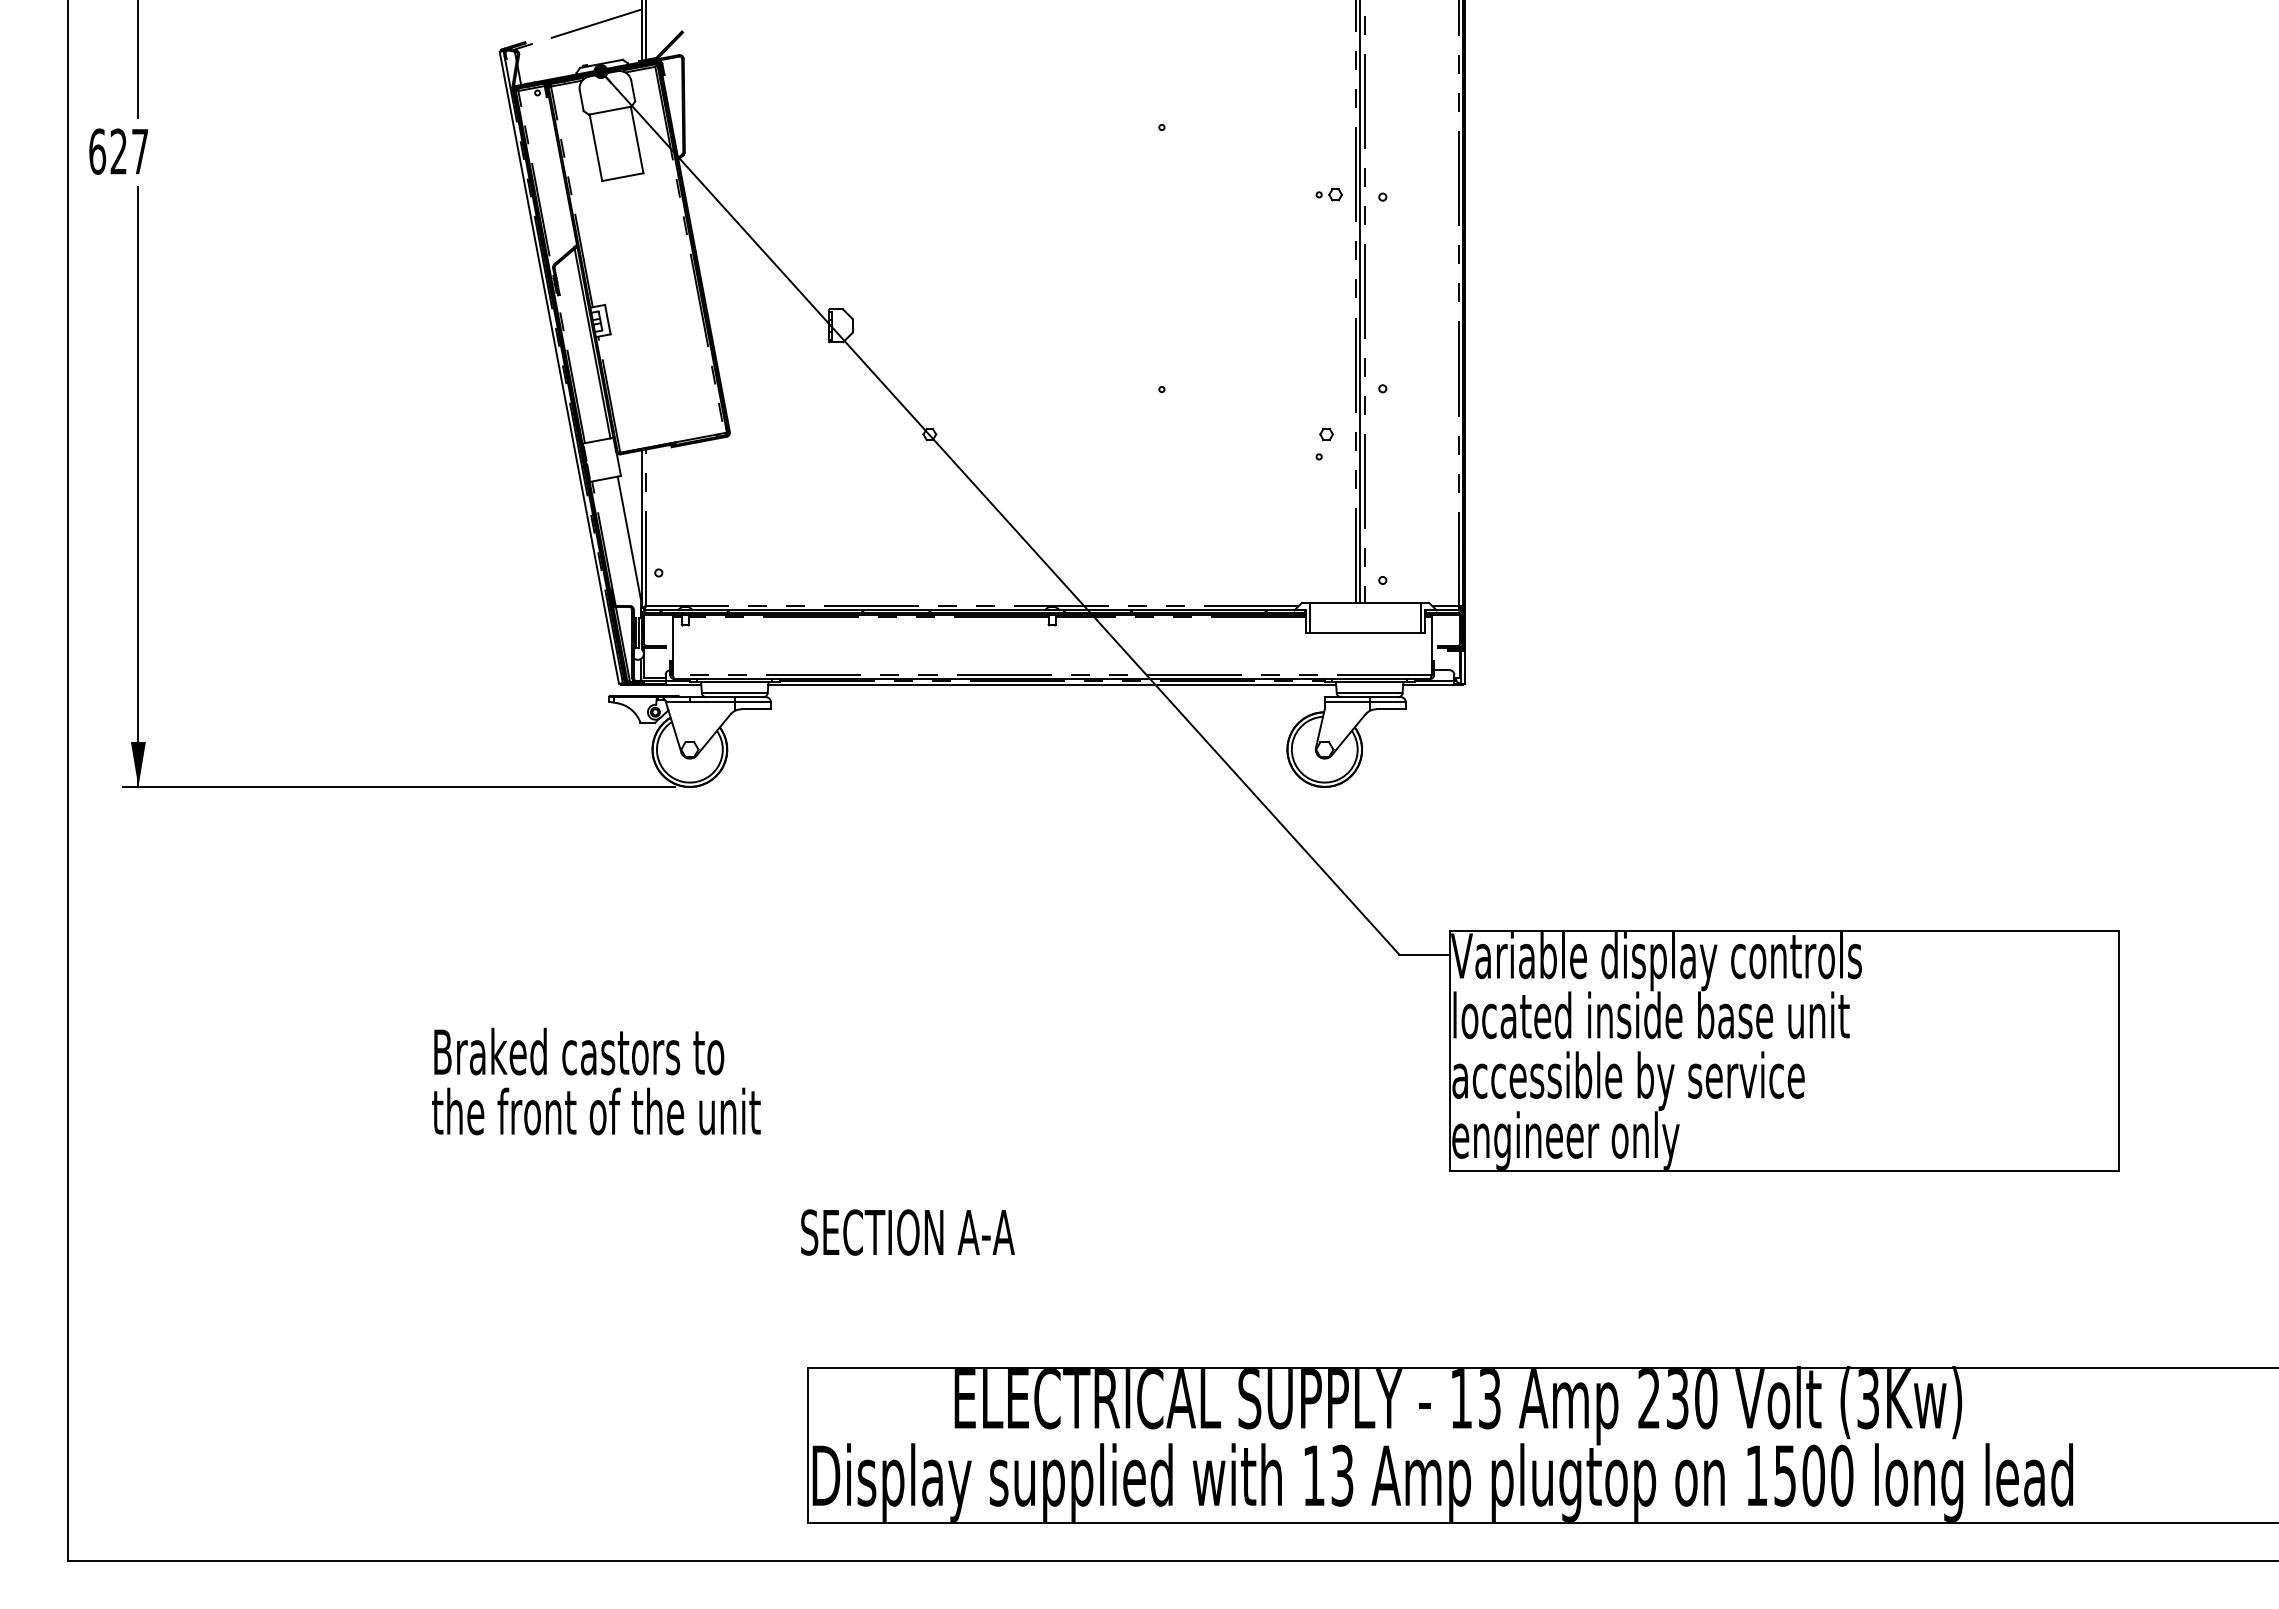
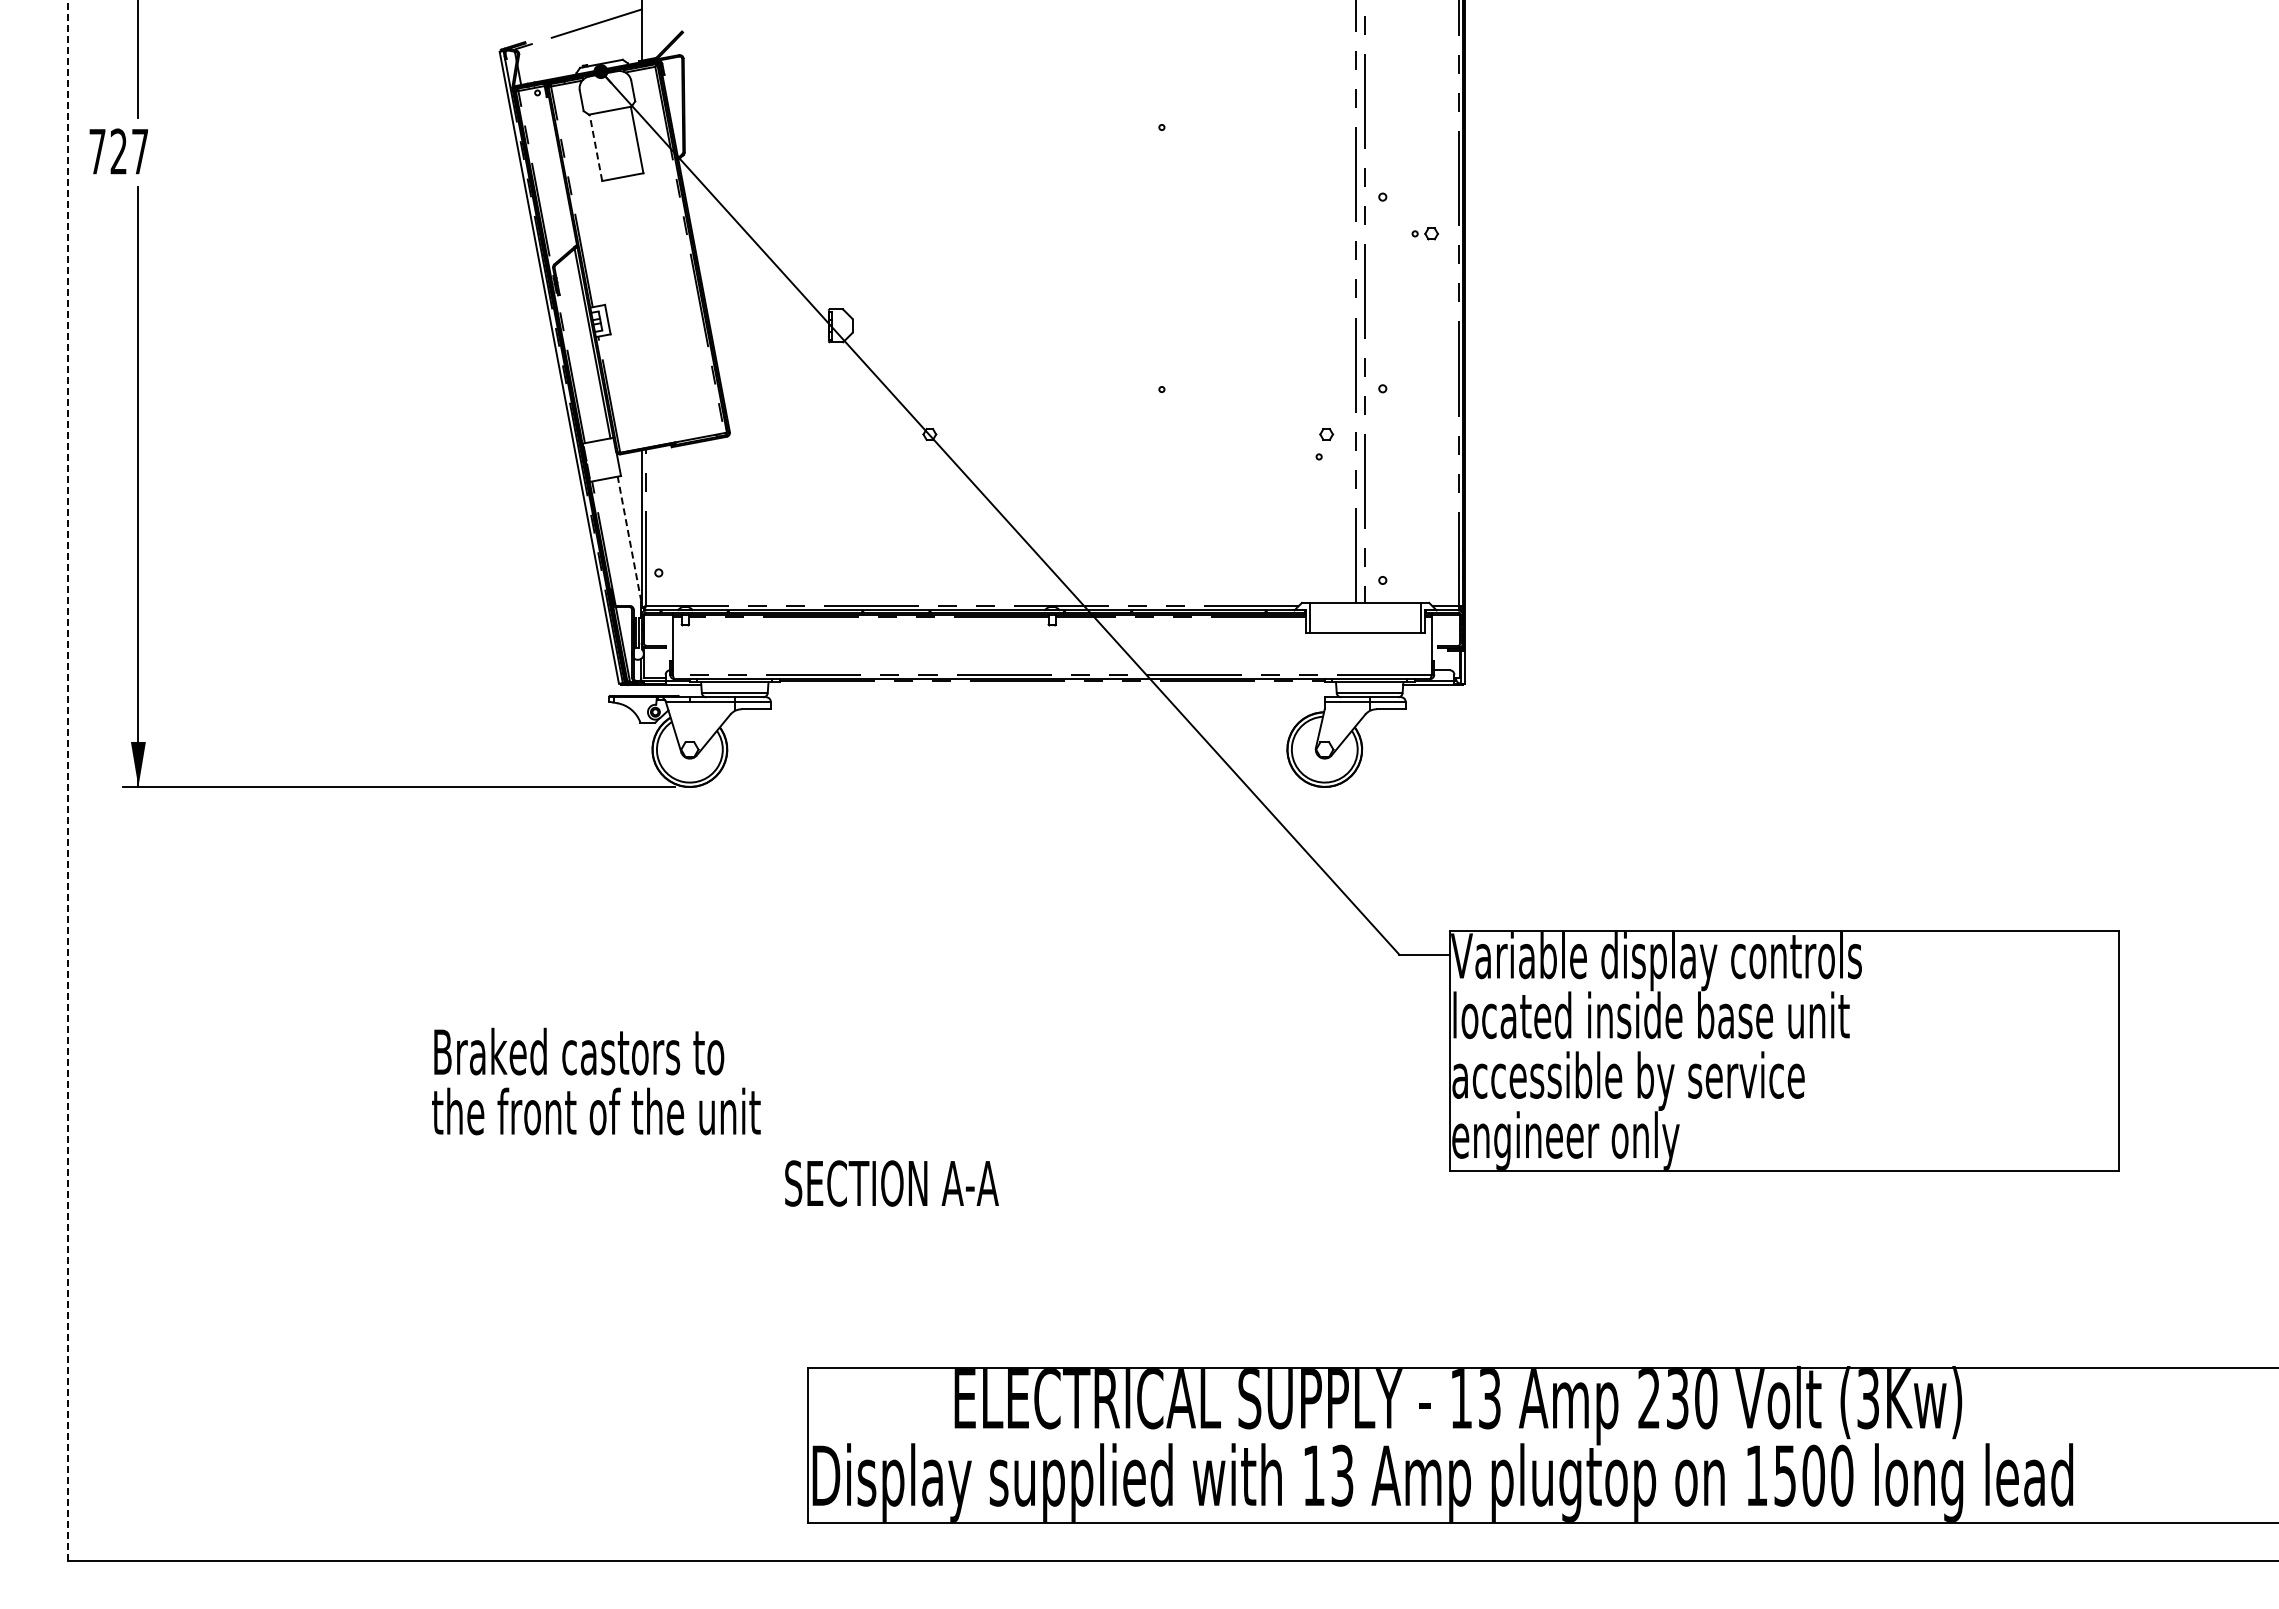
line at (646, 30): present -> none
line at (595, 147): solid -> dashed
text at (97, 151): 627 -> 727
part at (1328, 194) position: (1328, 194) -> (1424, 233)
line at (1360, 302): present -> none
line at (629, 539): solid -> dashed
line at (1052, 685): present -> none
line at (68, 780): solid -> dashed
text at (907, 1232) position: (907, 1232) -> (891, 1183)
